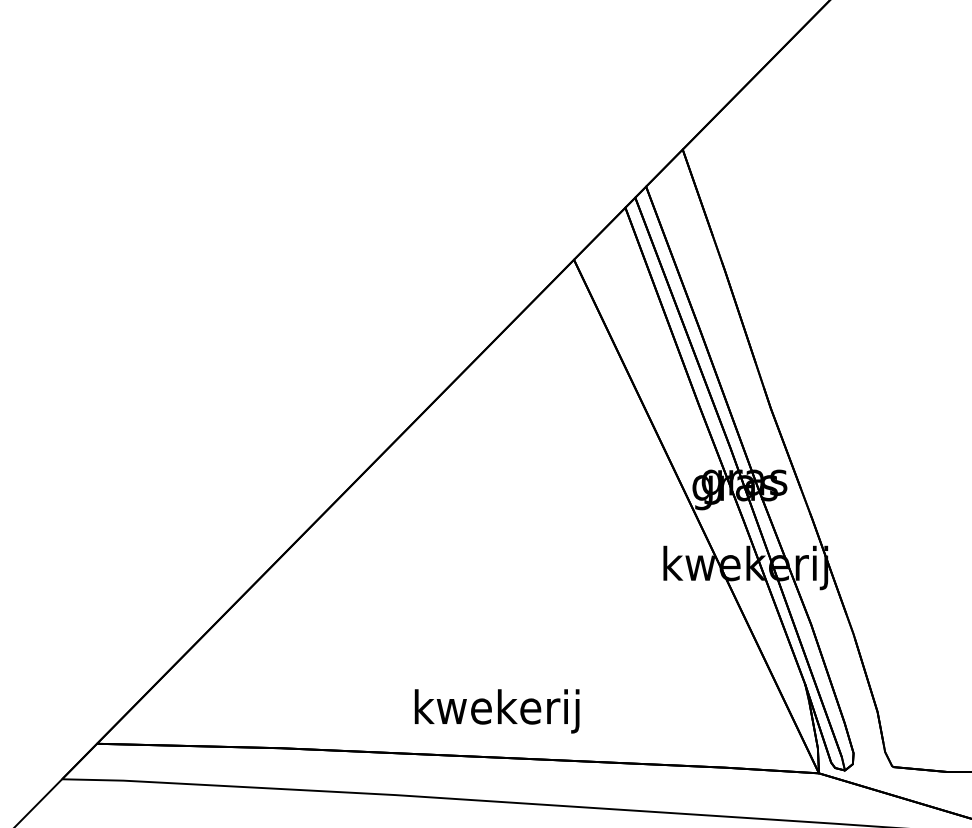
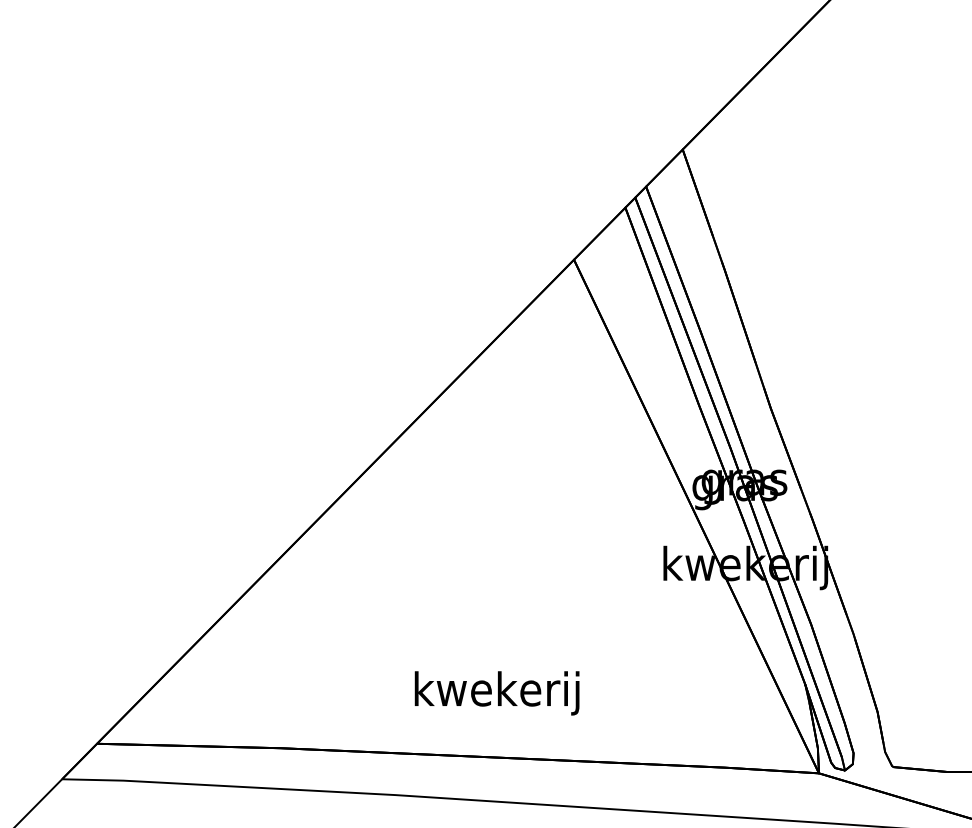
text at (496, 711) position: (496, 711) -> (496, 693)
